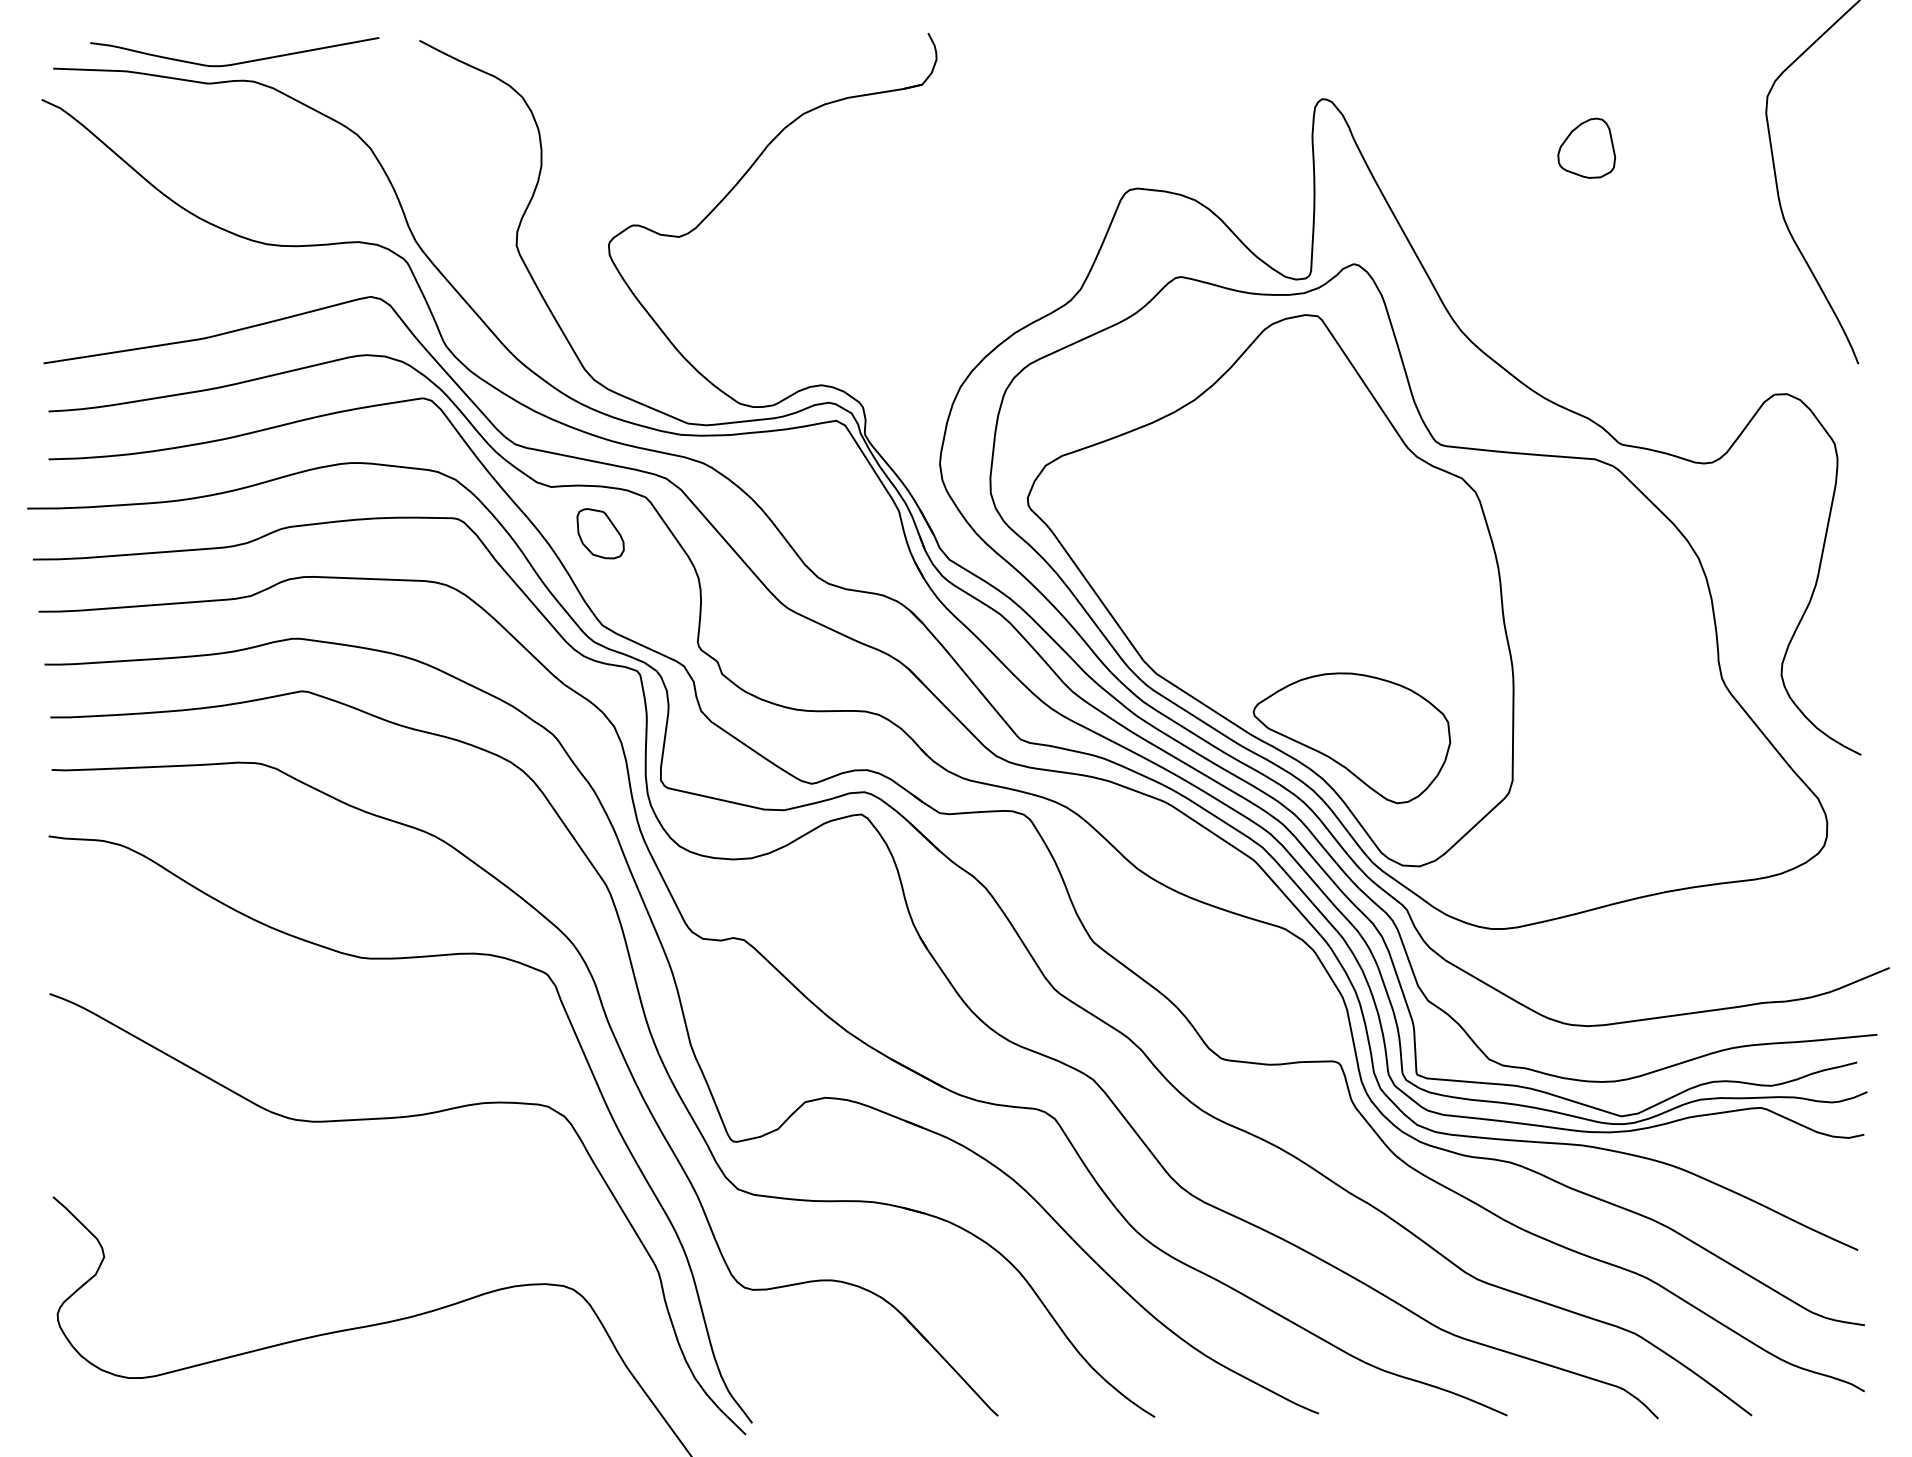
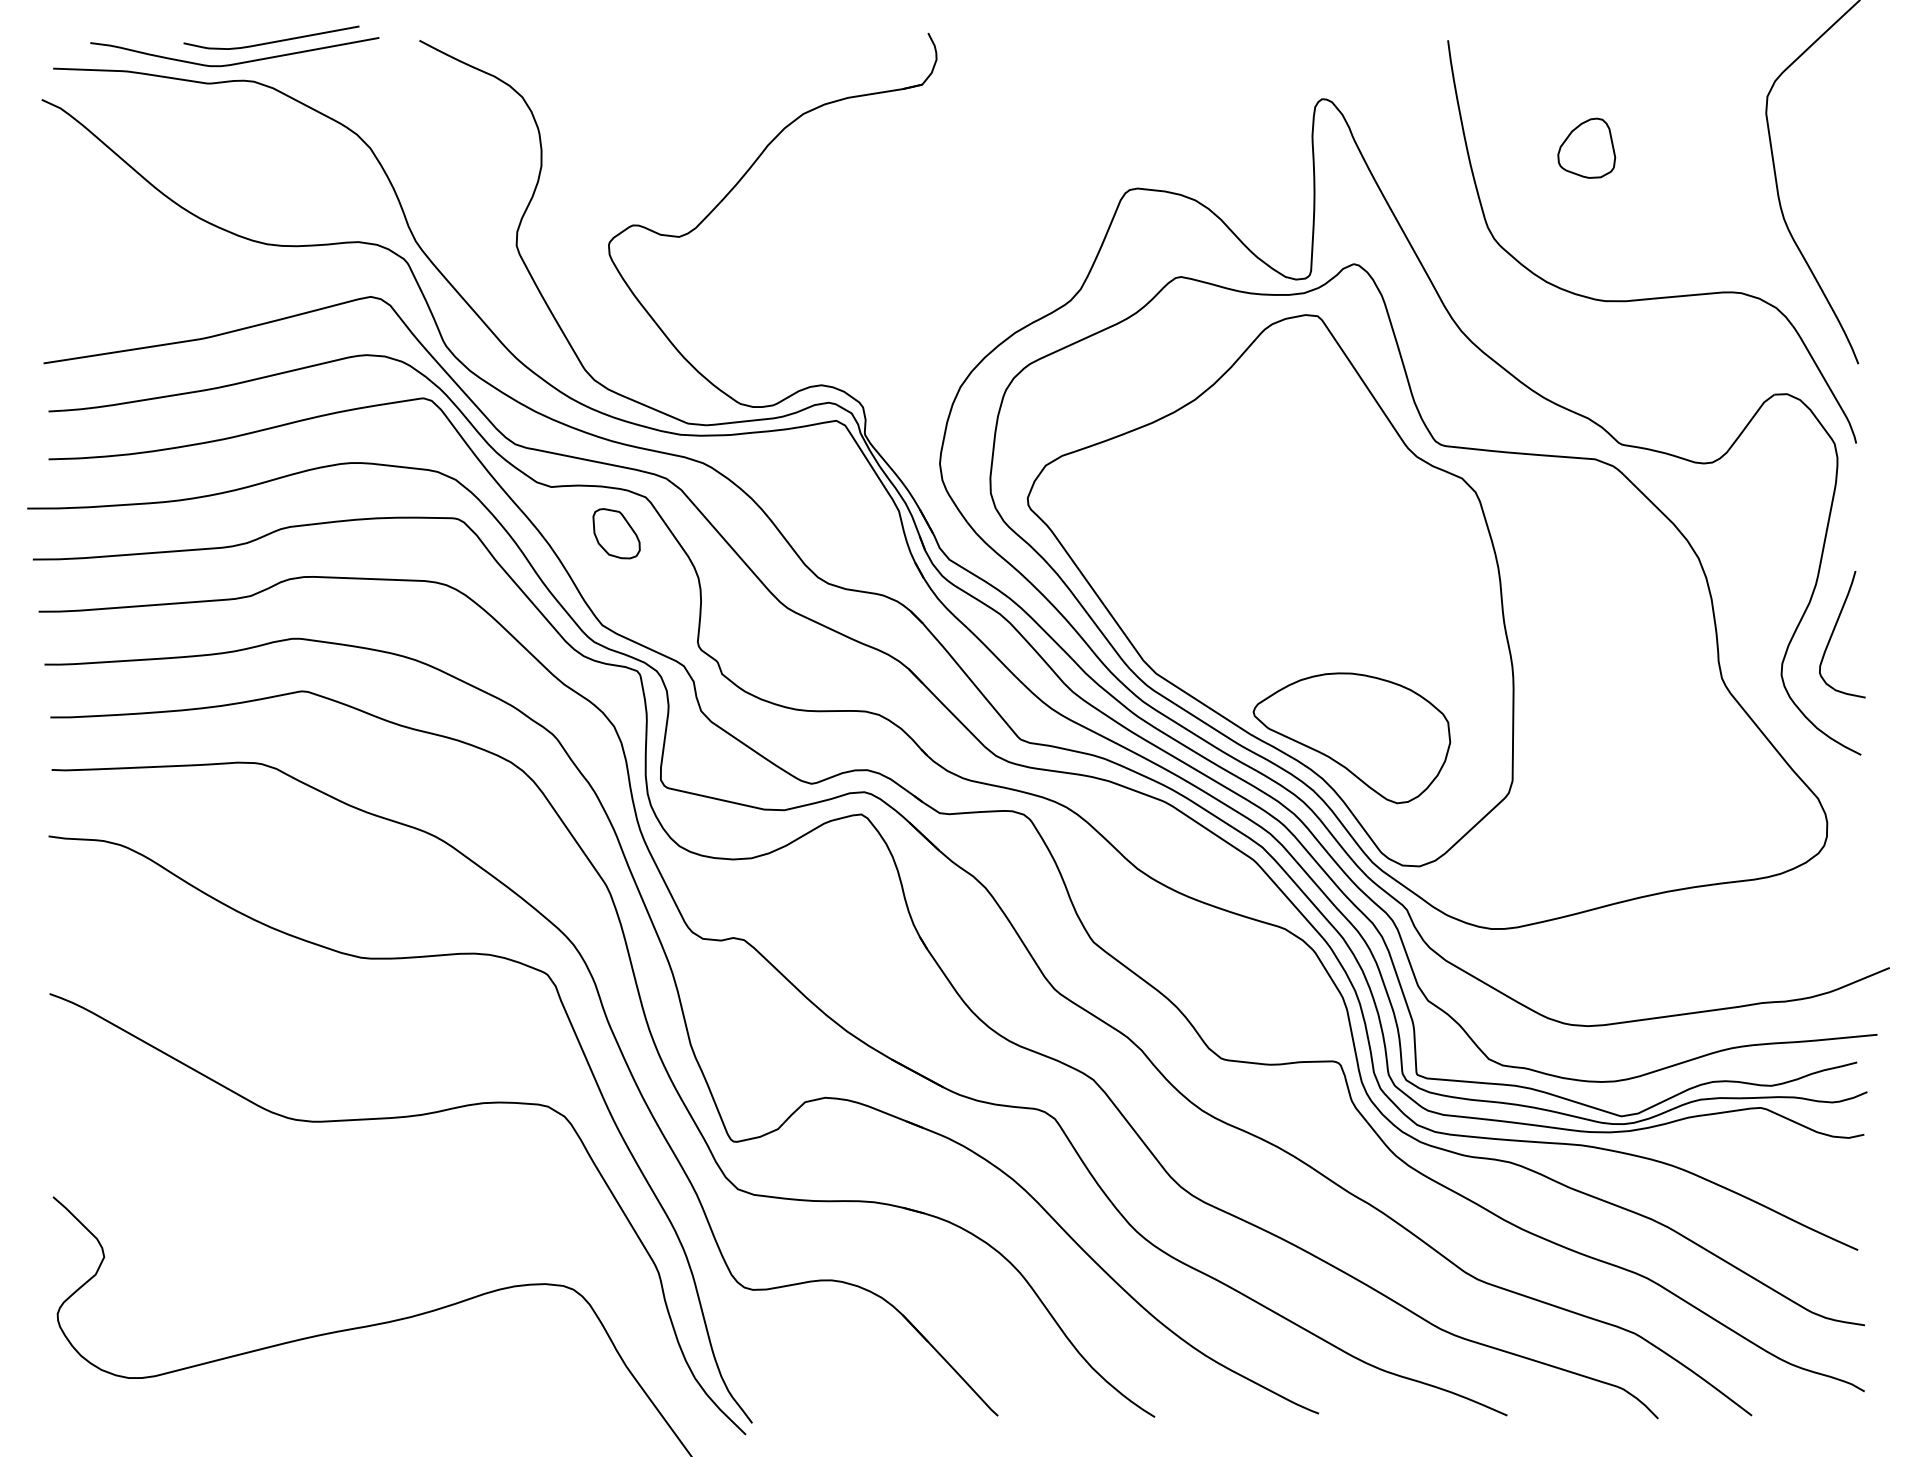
curve at (271, 41): none -> present
curve at (1652, 297): none -> present
part at (600, 533) position: (600, 533) -> (616, 533)
curve at (1834, 631): none -> present
